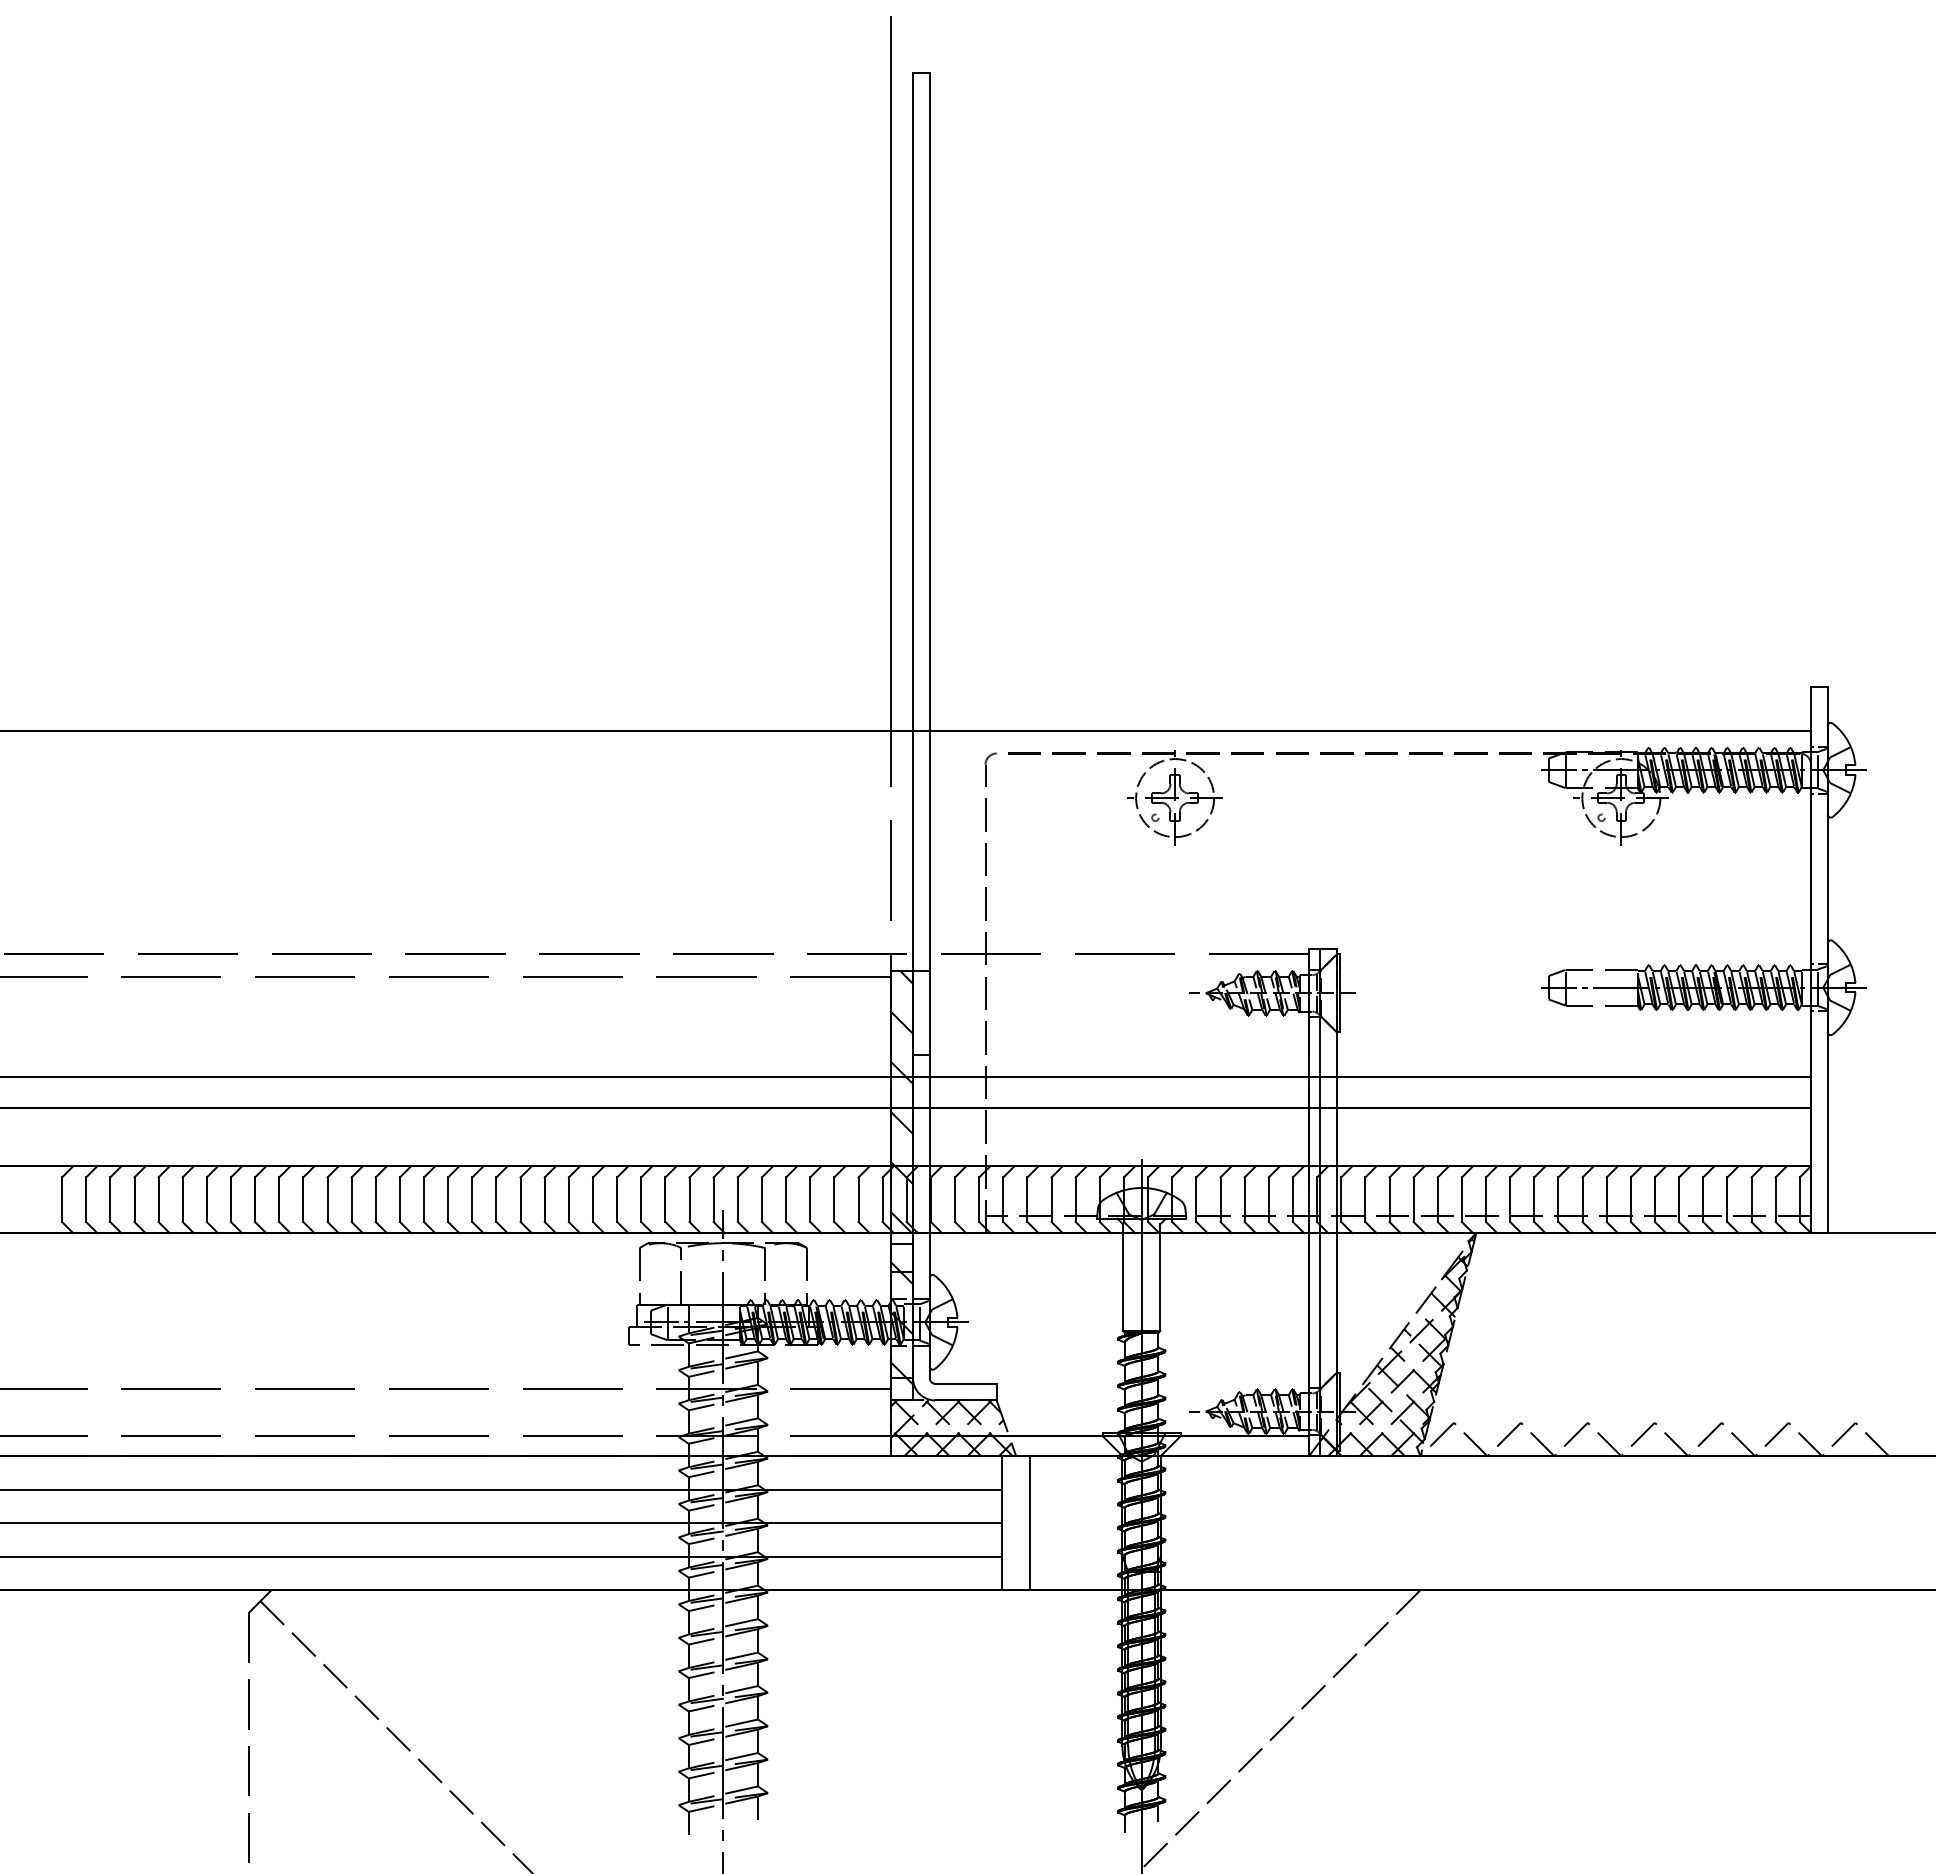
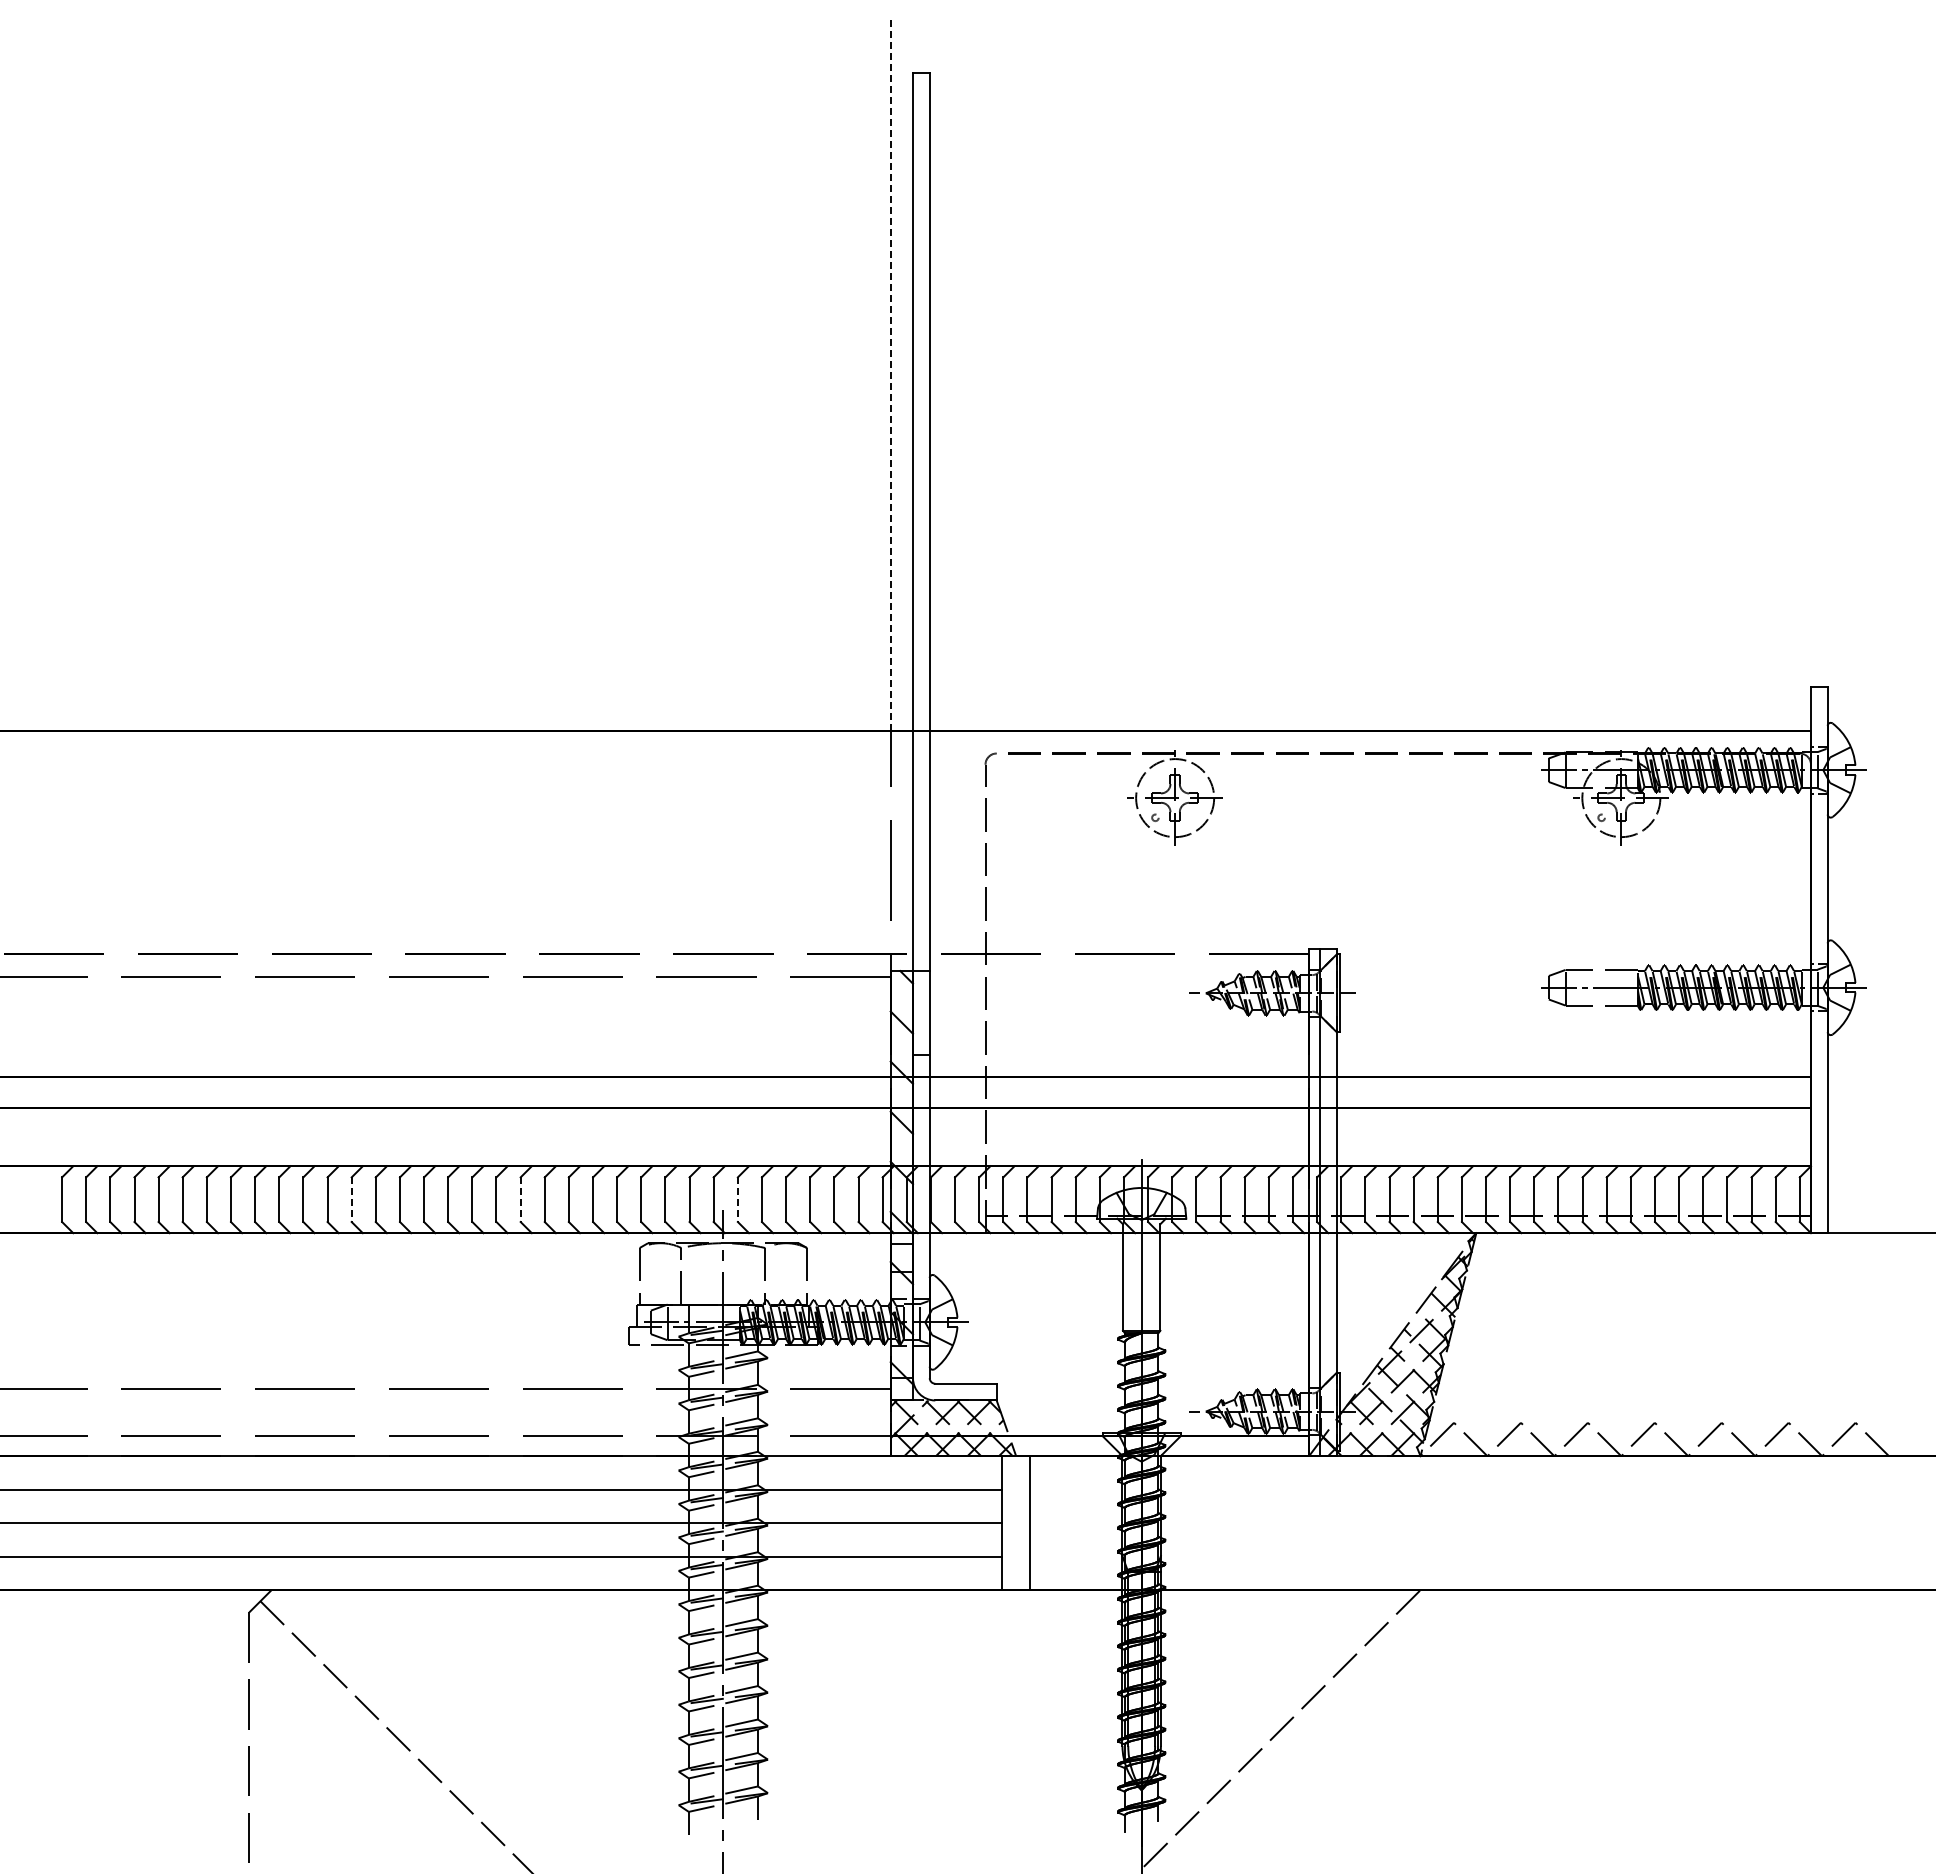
line at (890, 374): solid -> dashed
line at (351, 1200): solid -> dashed
line at (520, 1200): solid -> dashed
line at (737, 1200): solid -> dashed
